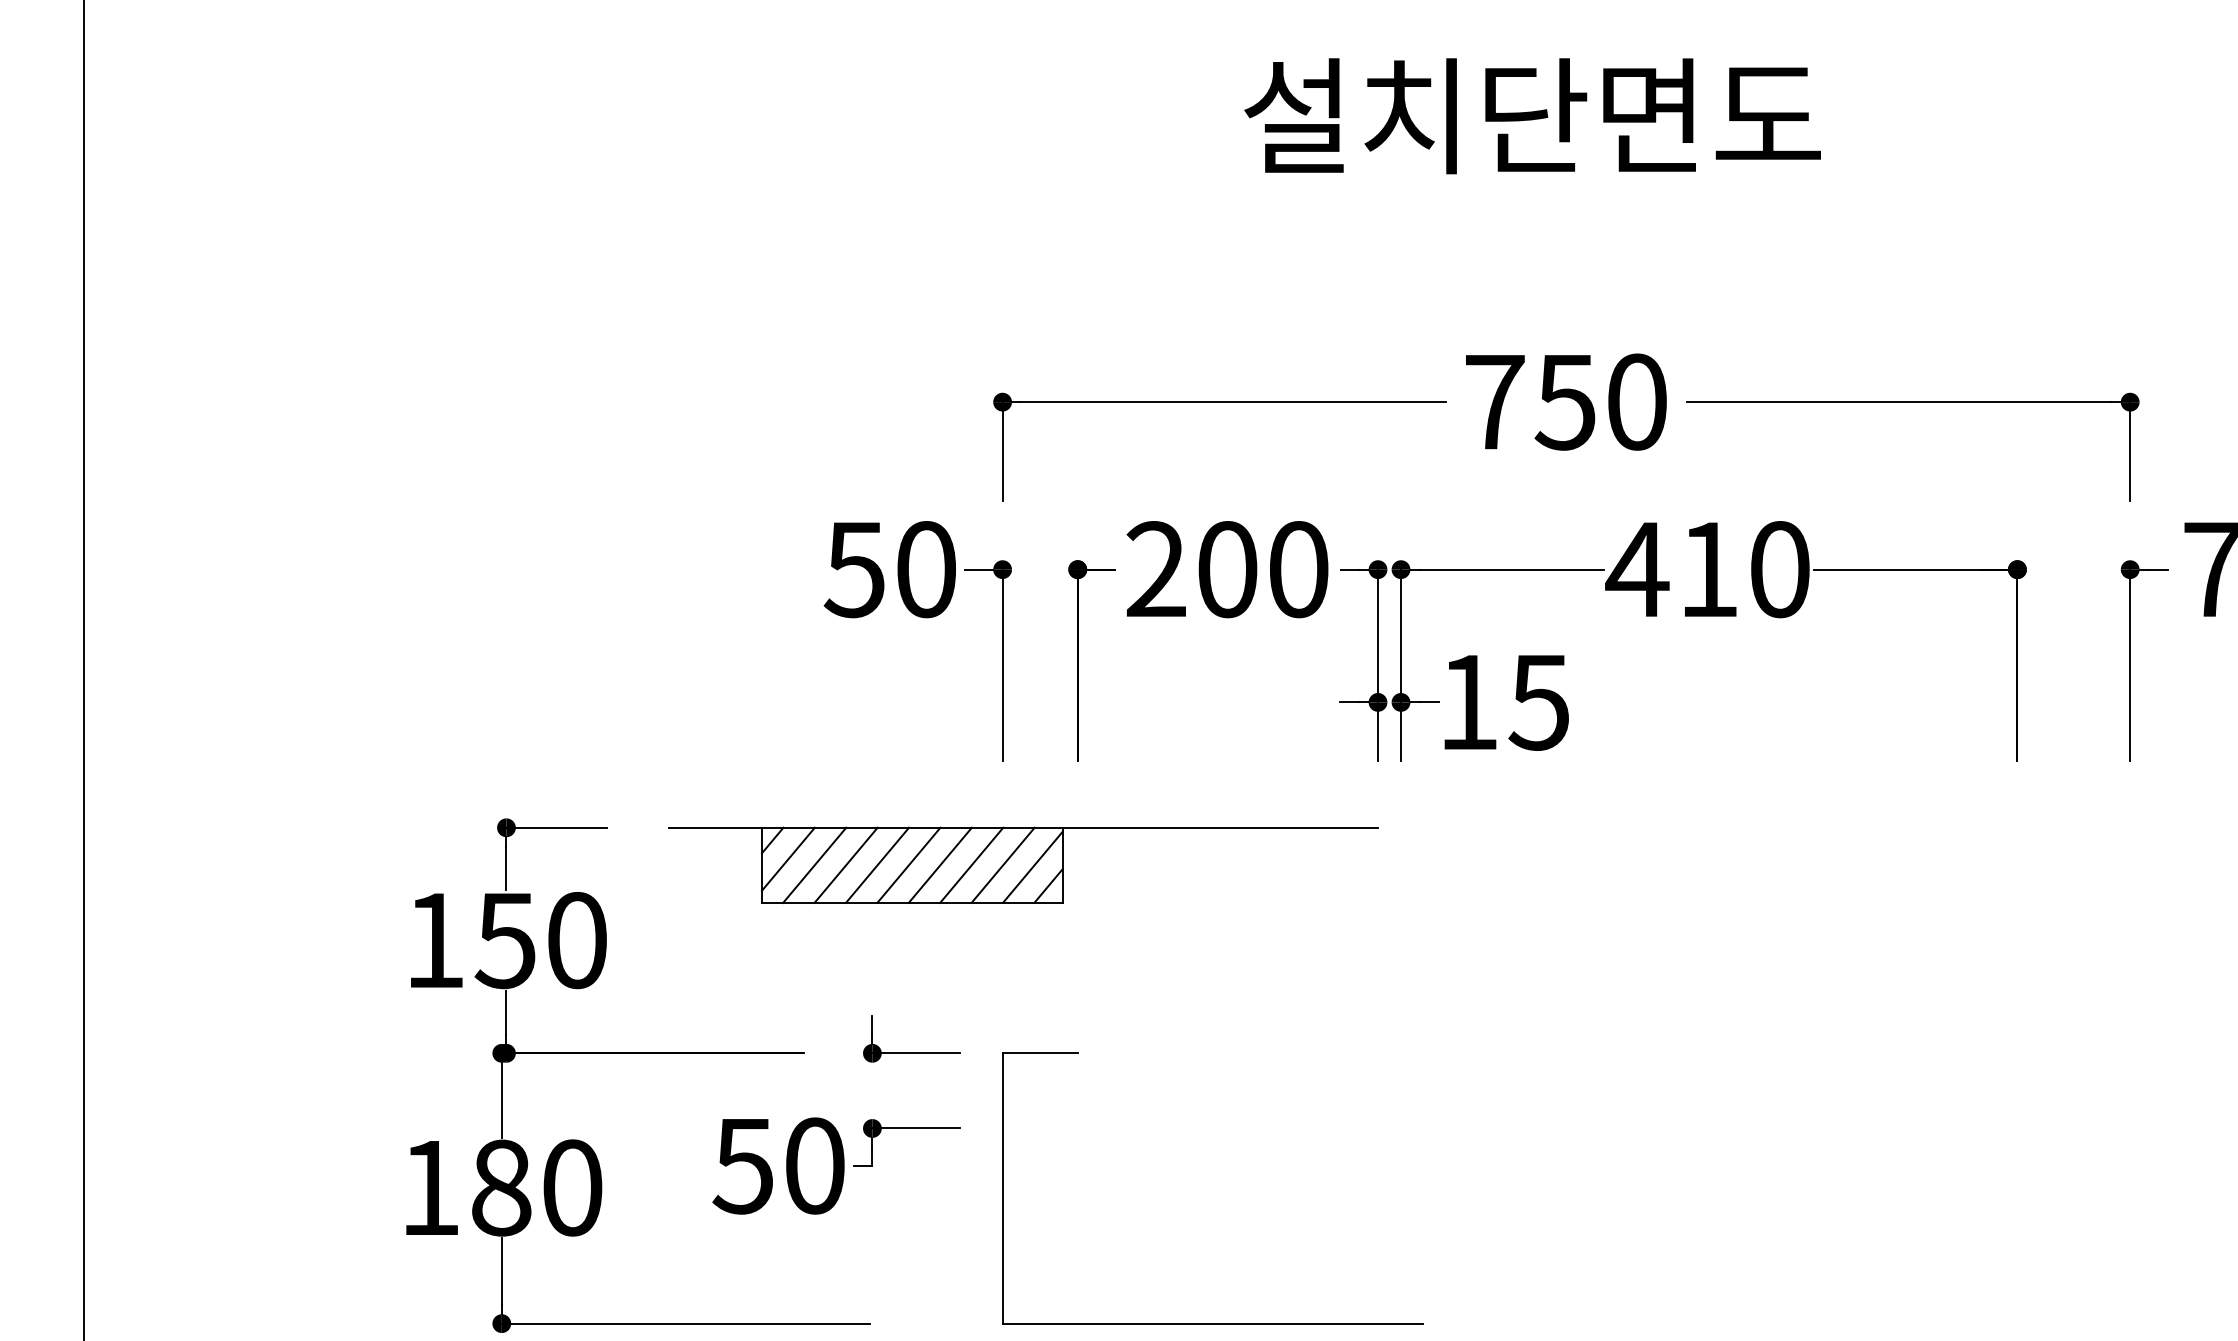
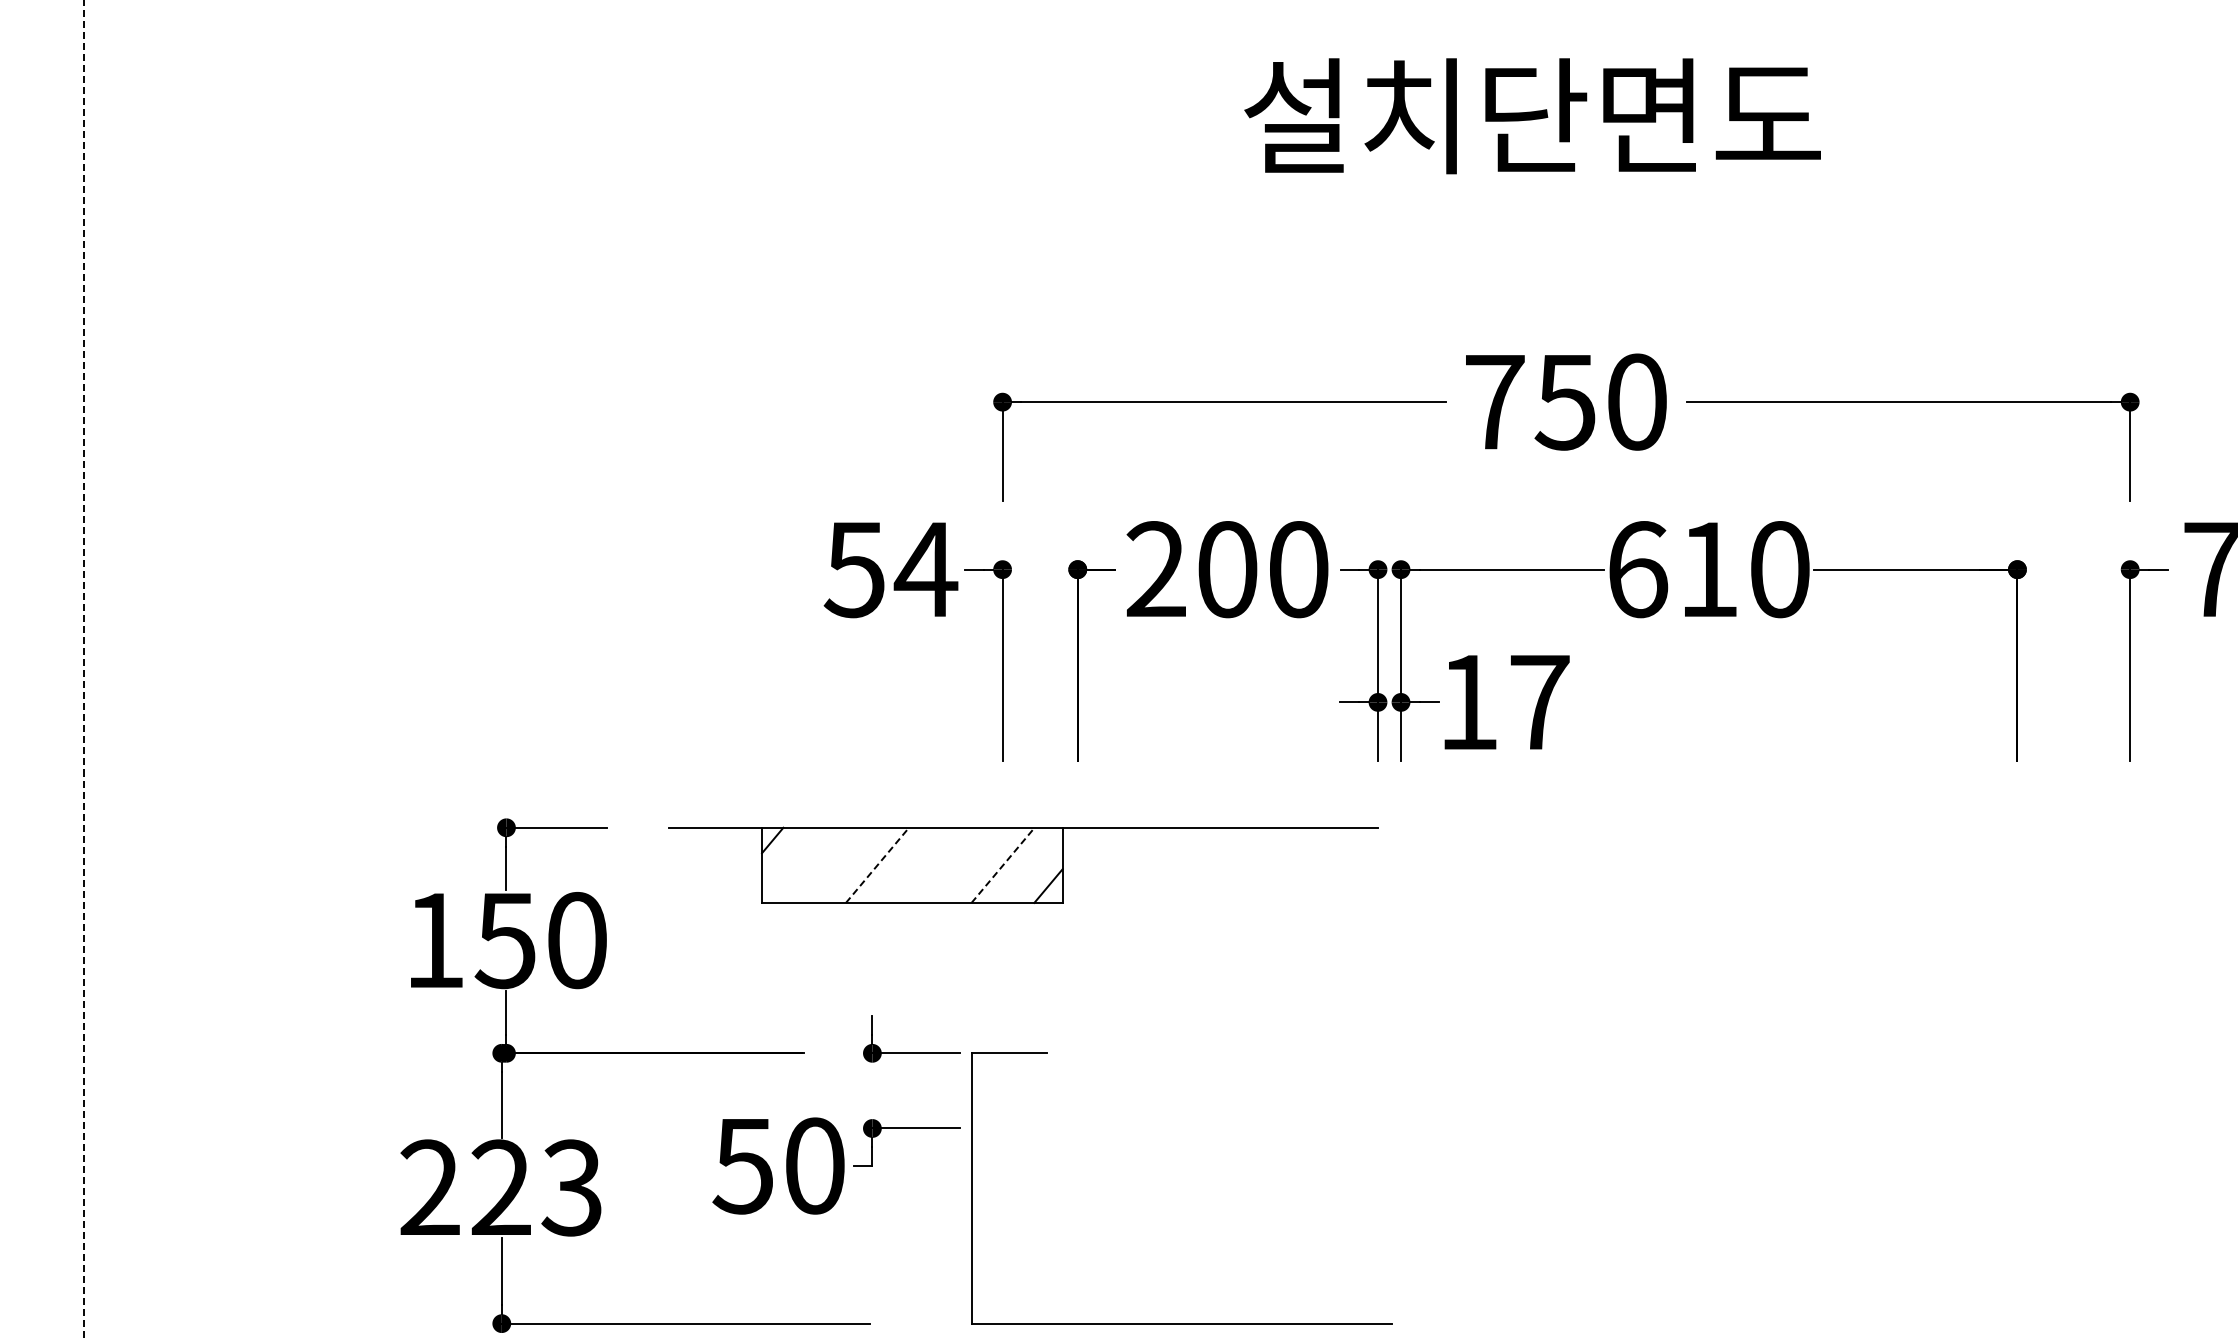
text at (925, 569): 50 -> 54
text at (1637, 569): 410 -> 610
line at (83, 669): solid -> dashed
text at (1538, 702): 15 -> 17
line at (788, 858): present -> none
line at (814, 864): present -> none
line at (845, 864): present -> none
line at (877, 864): solid -> dashed
line at (908, 864): present -> none
line at (939, 864): present -> none
line at (971, 864): present -> none
line at (1003, 864): solid -> dashed
line at (1032, 866): present -> none
text at (501, 1187): 180 -> 223
part at (1212, 1323) position: (1212, 1323) -> (1181, 1323)
